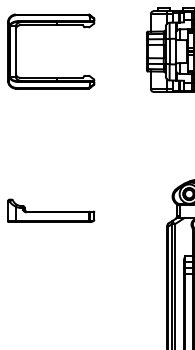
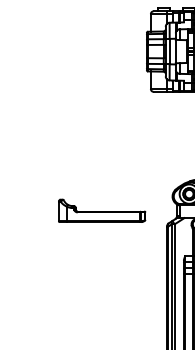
part at (51, 25): present -> none
part at (51, 210) position: (51, 210) -> (102, 210)
